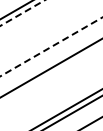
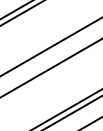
line at (22, 13): dashed -> solid
line at (51, 46): dashed -> solid
